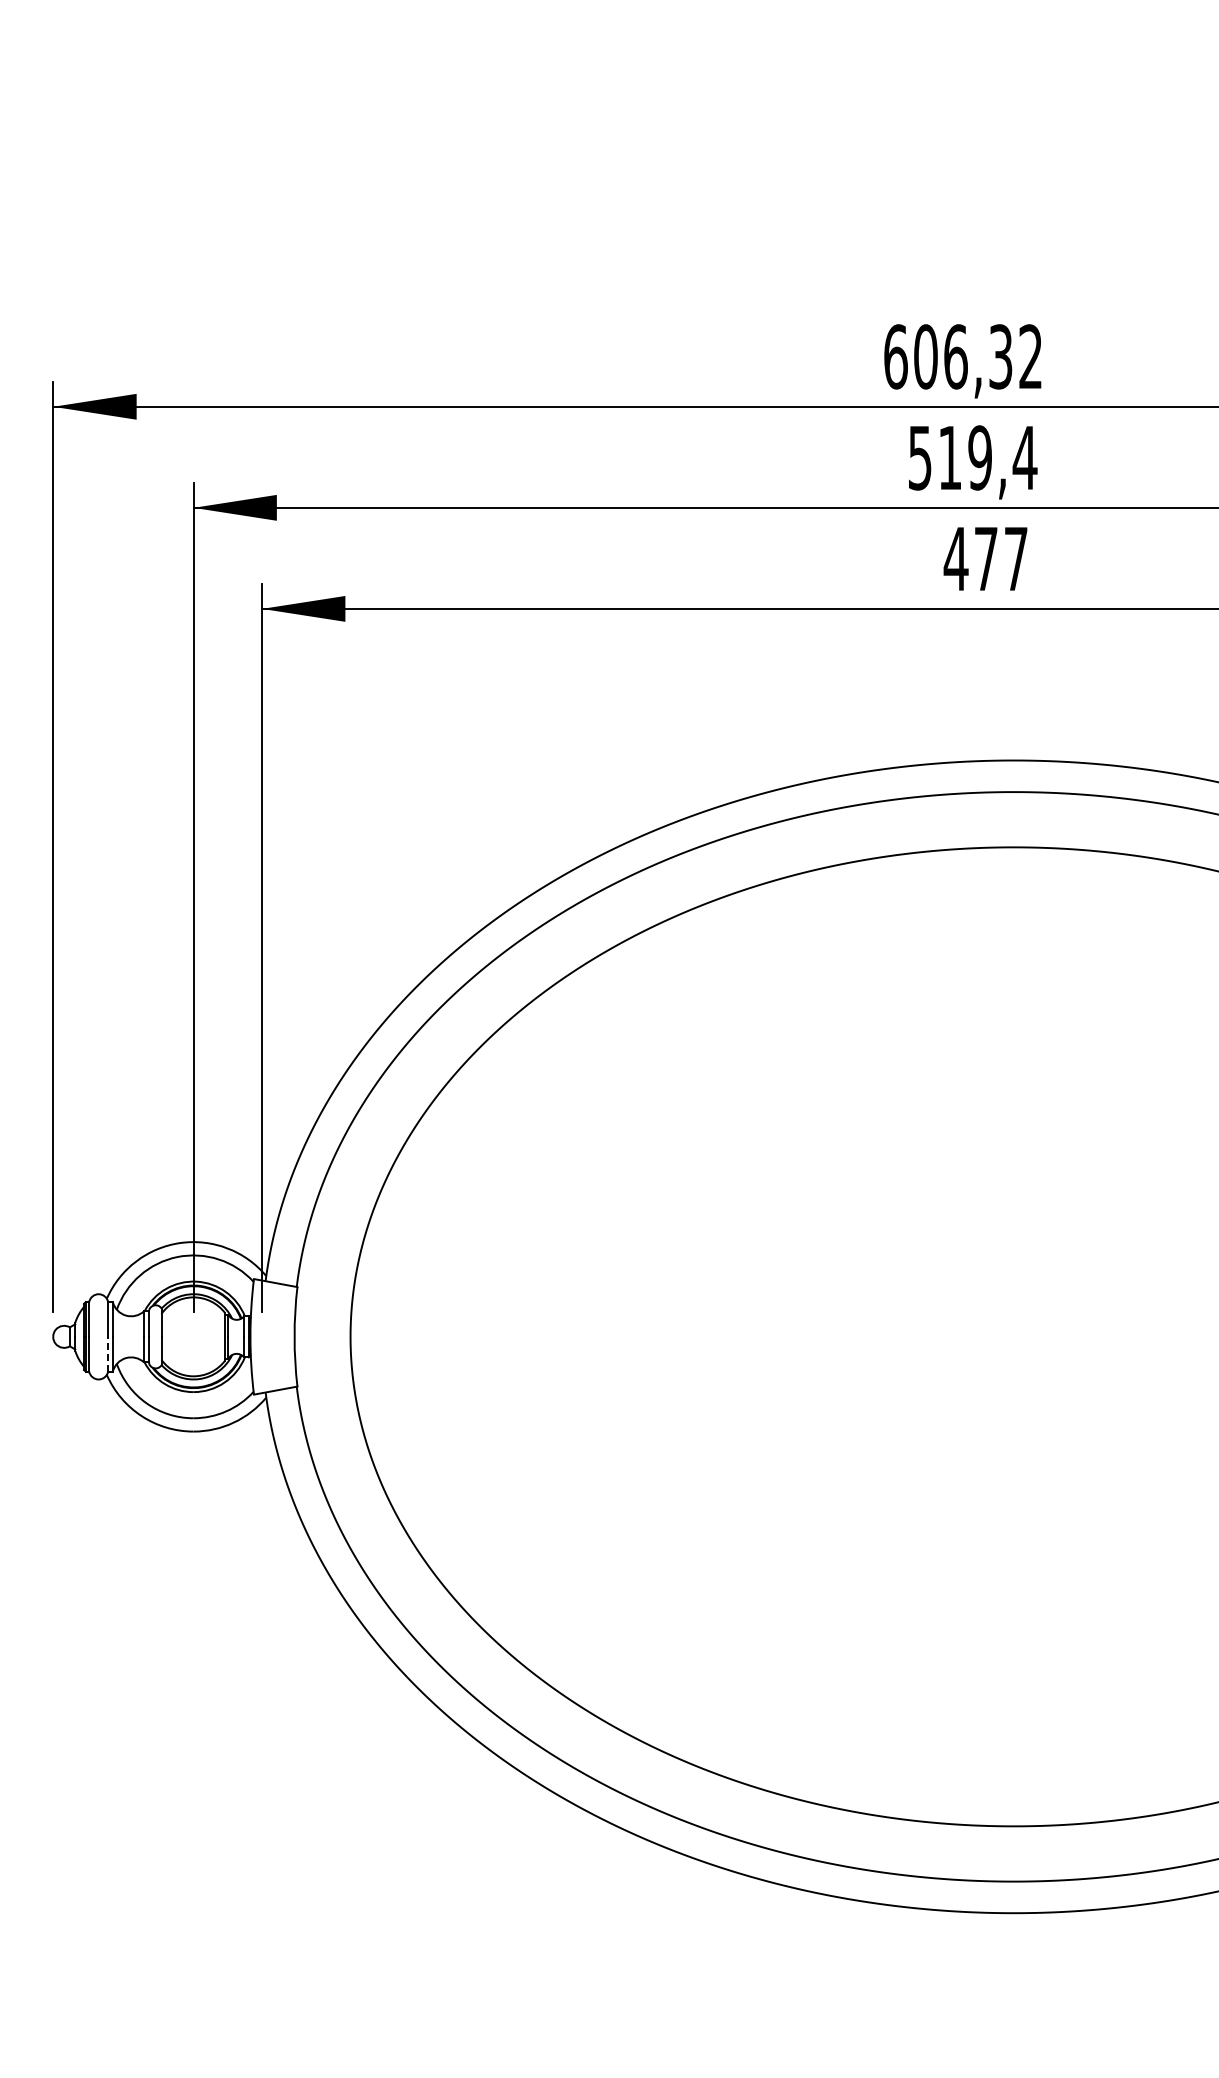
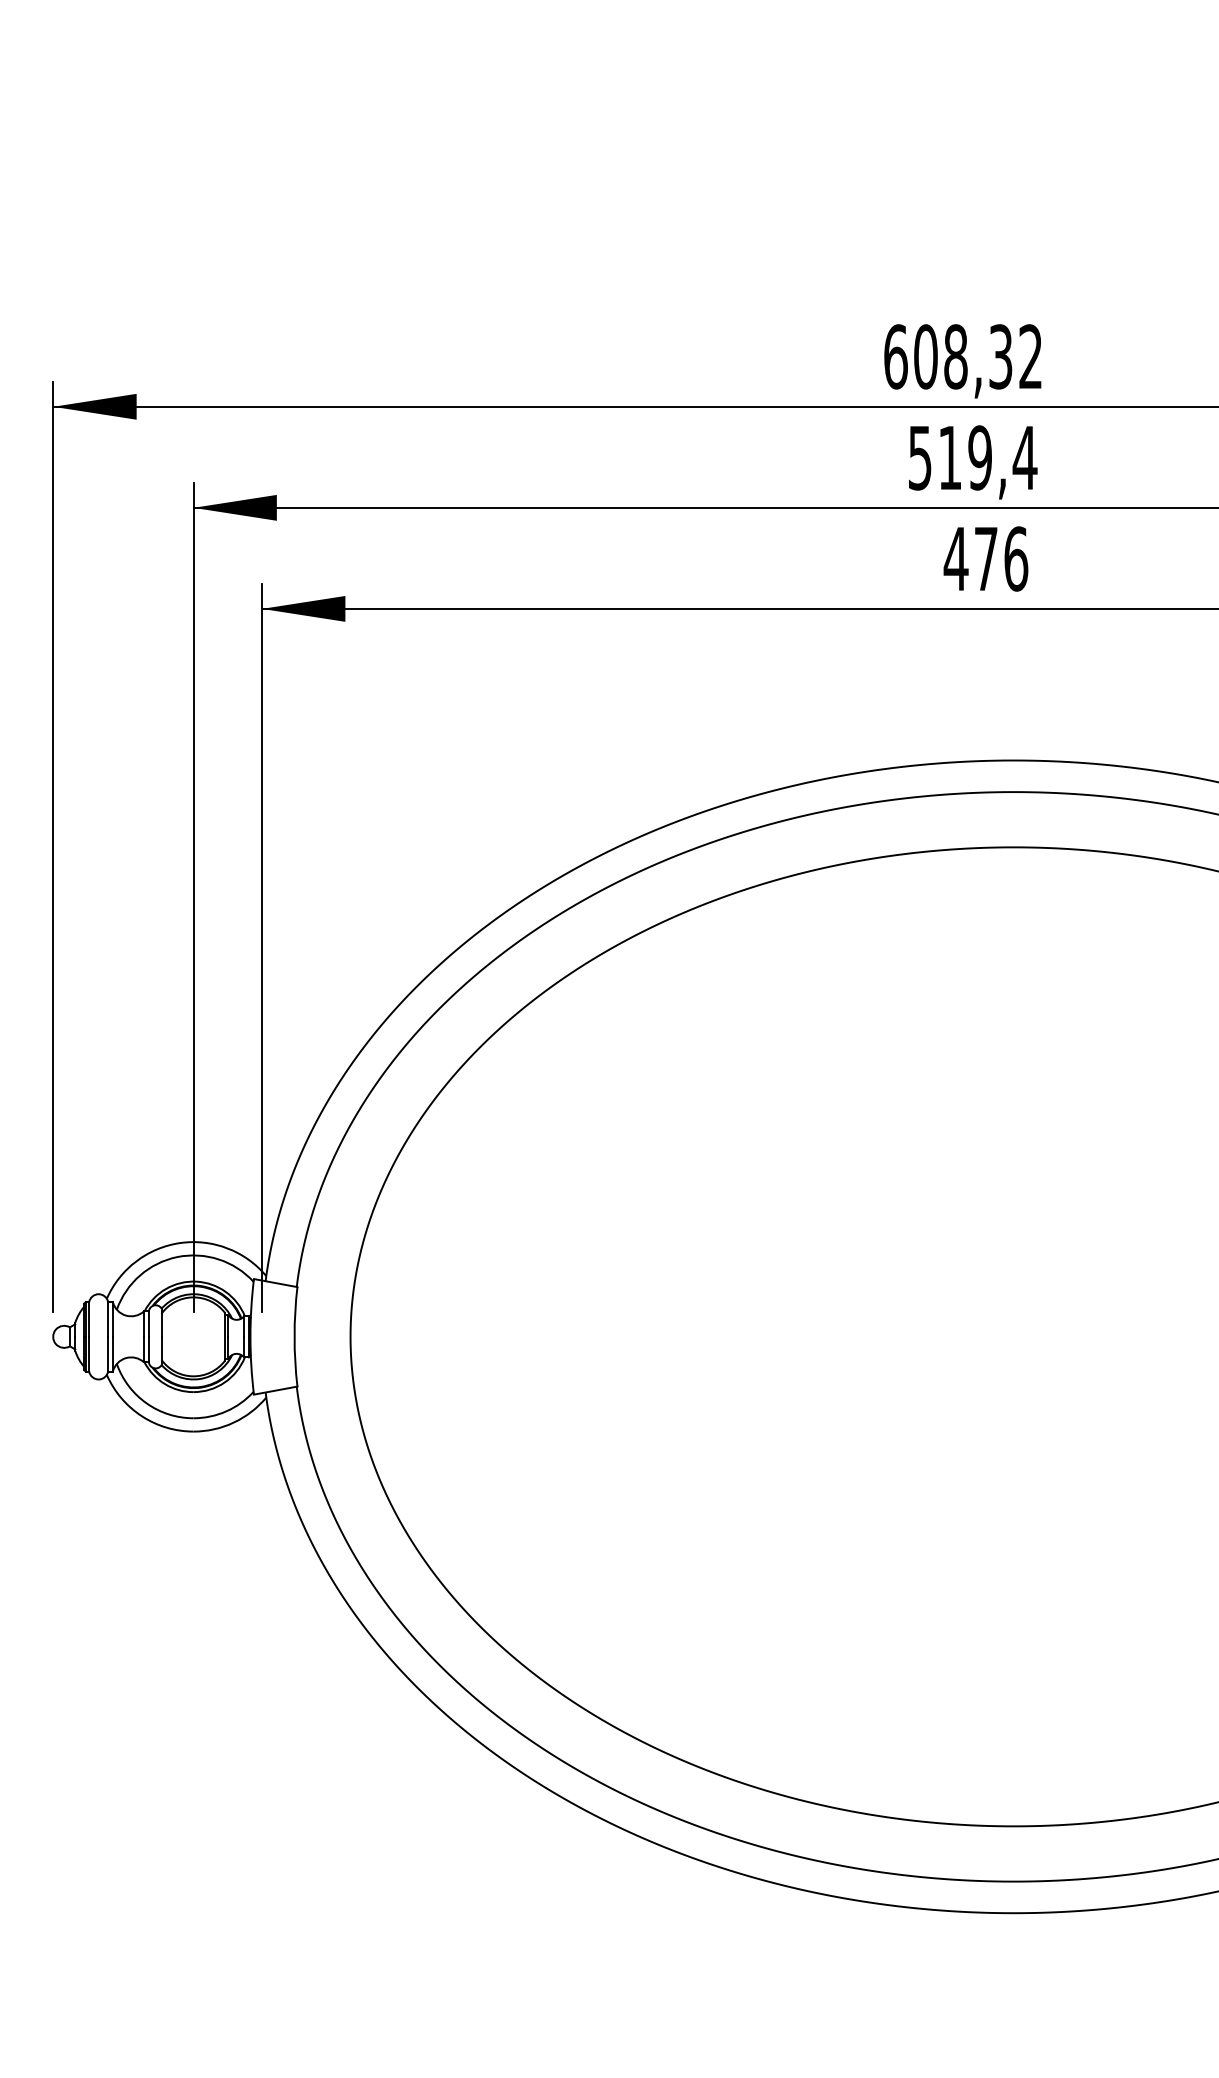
text at (955, 356): 606,32 -> 608,32
text at (1016, 558): 477 -> 476
line at (108, 1353): dashed -> solid
